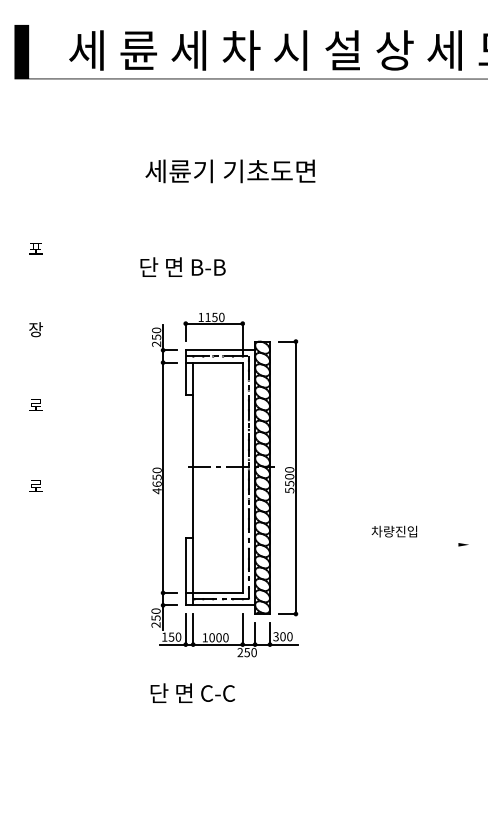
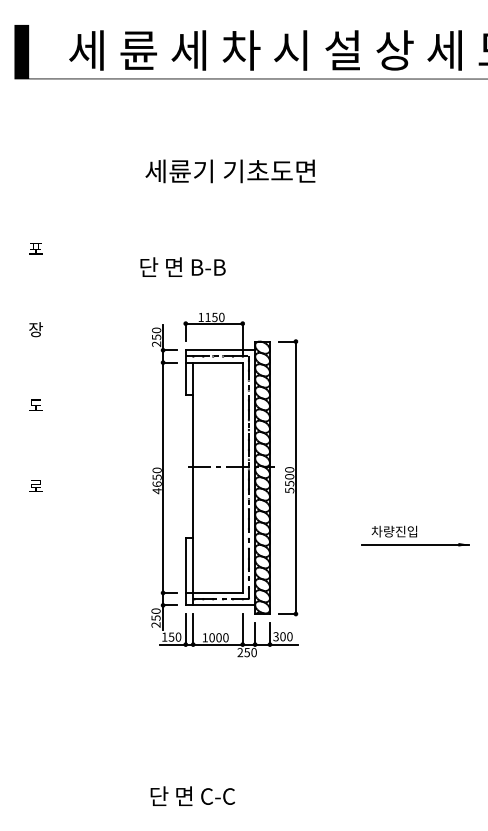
text at (35, 403): 로 -> 도
line at (415, 544): none -> present
text at (192, 692) position: (192, 692) -> (192, 795)
